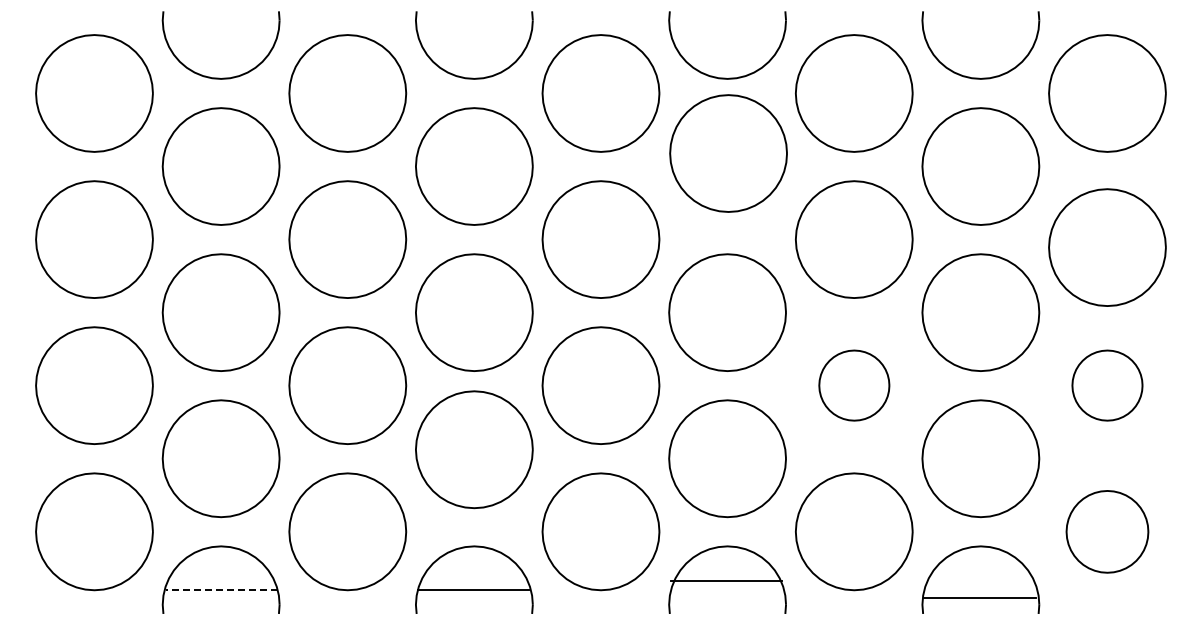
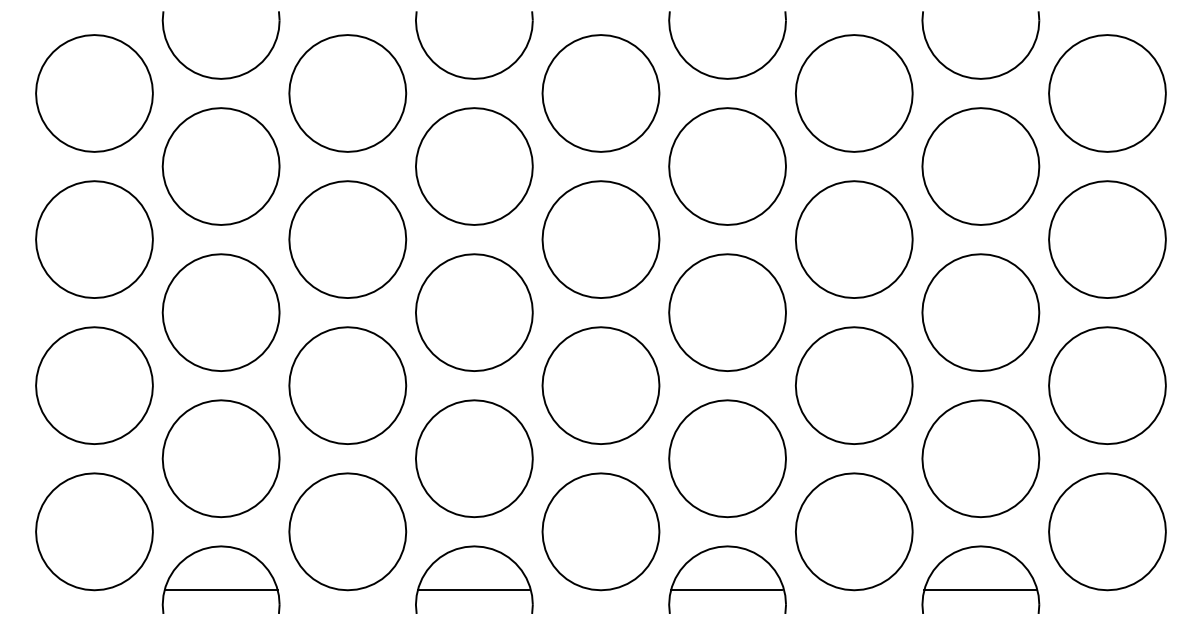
part at (728, 153) position: (728, 153) -> (727, 166)
part at (1107, 247) position: (1107, 247) -> (1107, 239)
part at (854, 385) size: 73x73 px -> 119x119 px
part at (1107, 385) size: 73x73 px -> 119x119 px
part at (474, 449) position: (474, 449) -> (474, 458)
part at (1107, 531) size: 85x84 px -> 119x120 px
line at (726, 580) position: (726, 580) -> (726, 589)
line at (222, 589): dashed -> solid
line at (979, 597) position: (979, 597) -> (979, 589)
